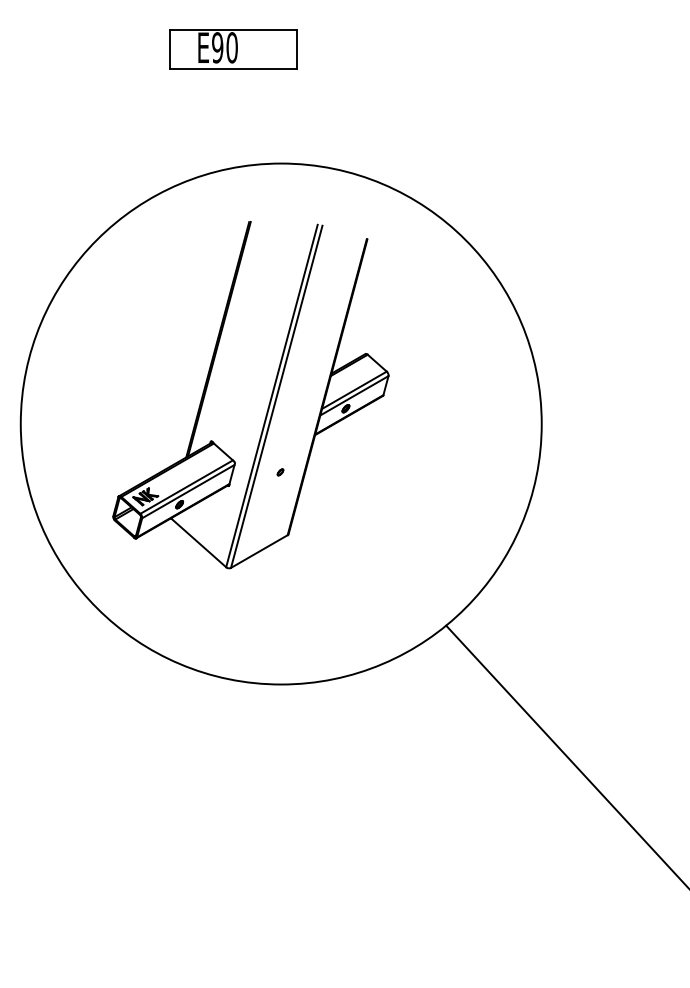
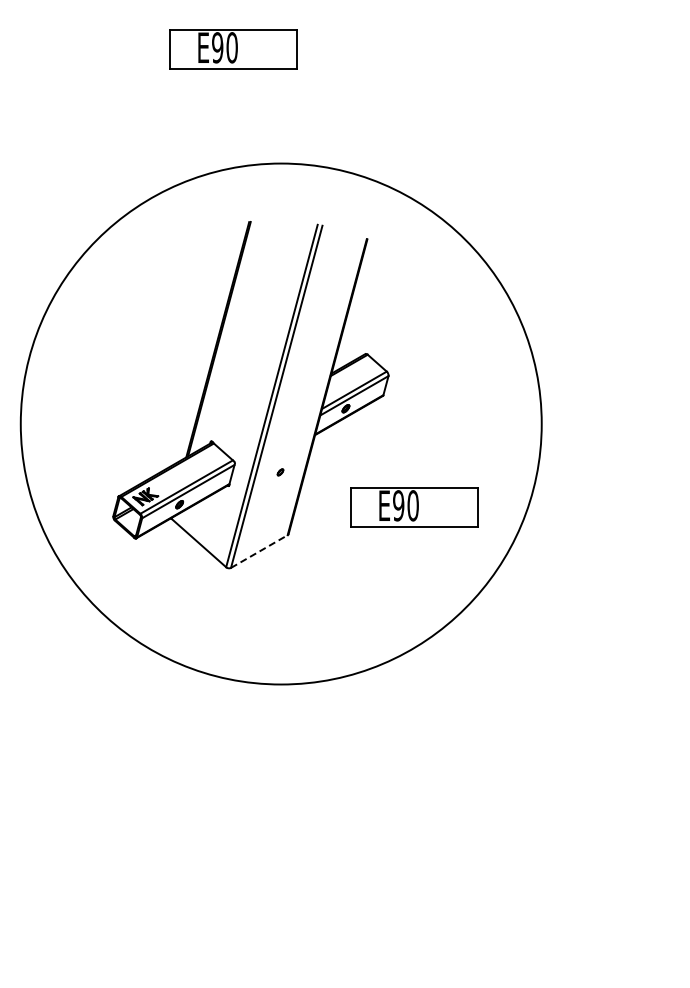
part at (414, 507): none -> present
line at (259, 551): solid -> dashed
line at (566, 755): present -> none
